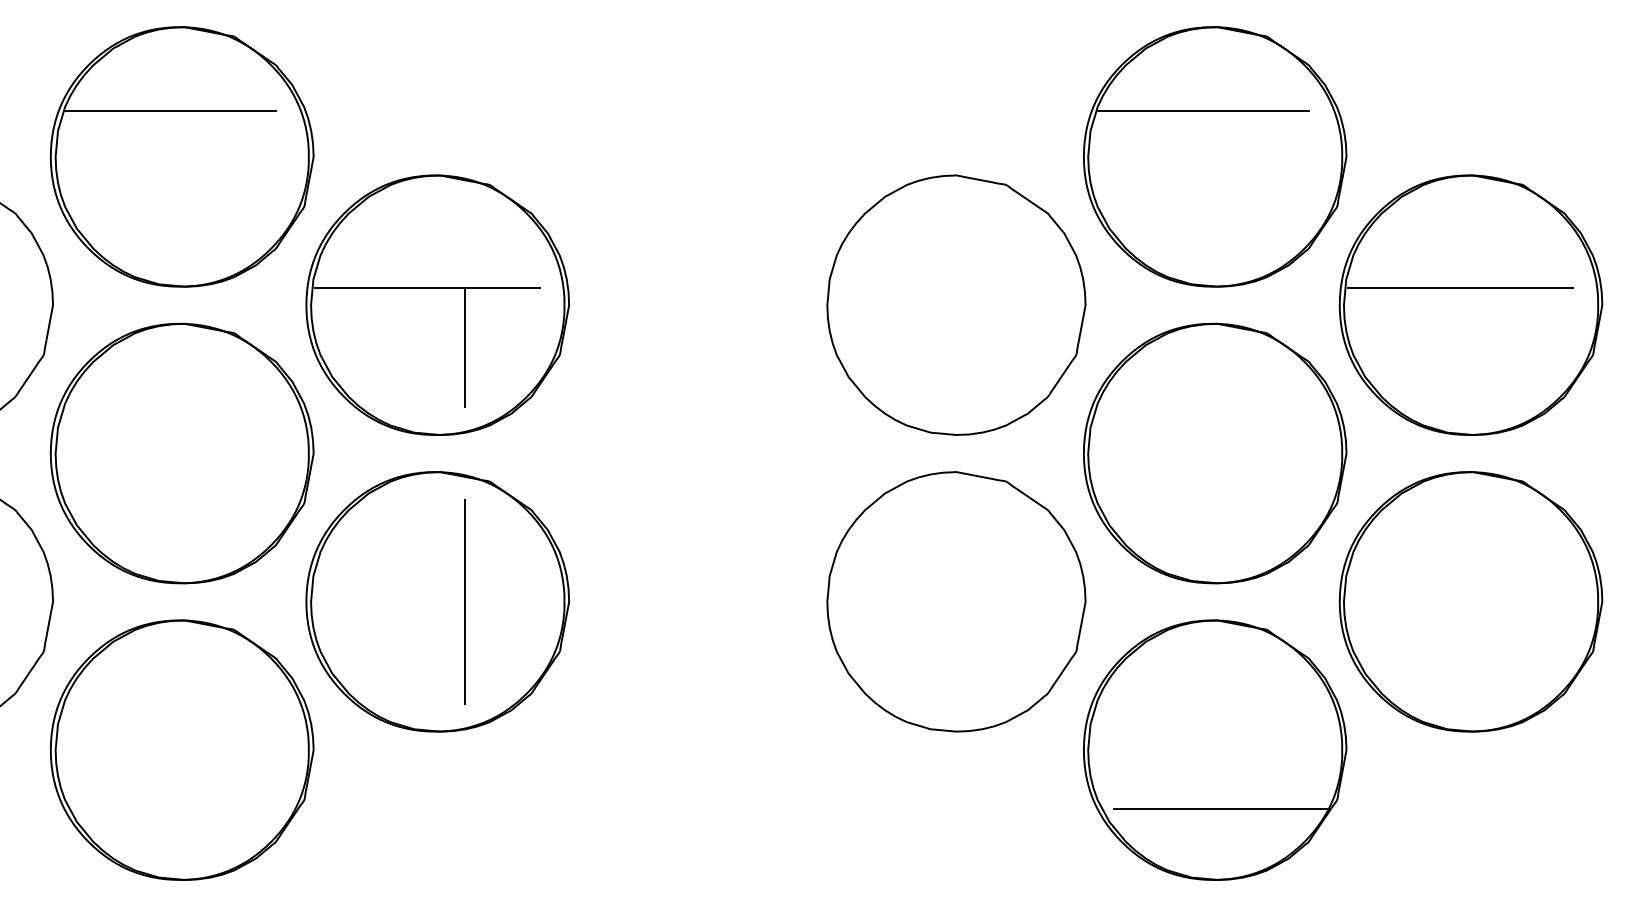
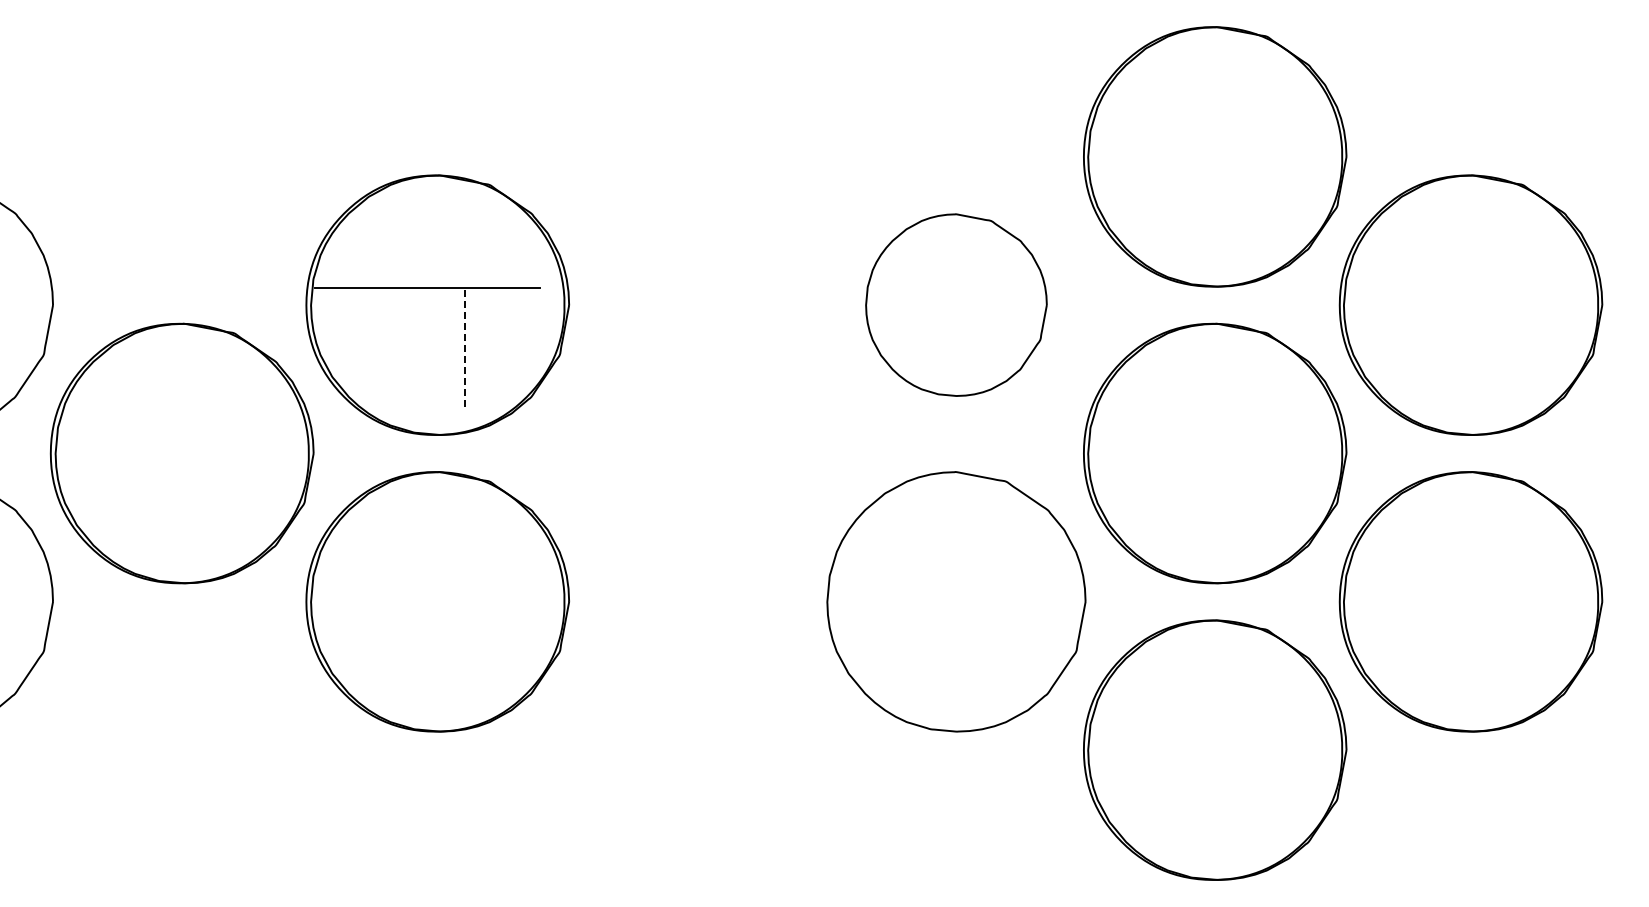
line at (1202, 111): present -> none
part at (181, 156): present -> none
line at (1460, 287): present -> none
part at (956, 304) size: 261x262 px -> 183x184 px
line at (464, 347): solid -> dashed
line at (464, 601): present -> none
part at (181, 749): present -> none
line at (1220, 808): present -> none
